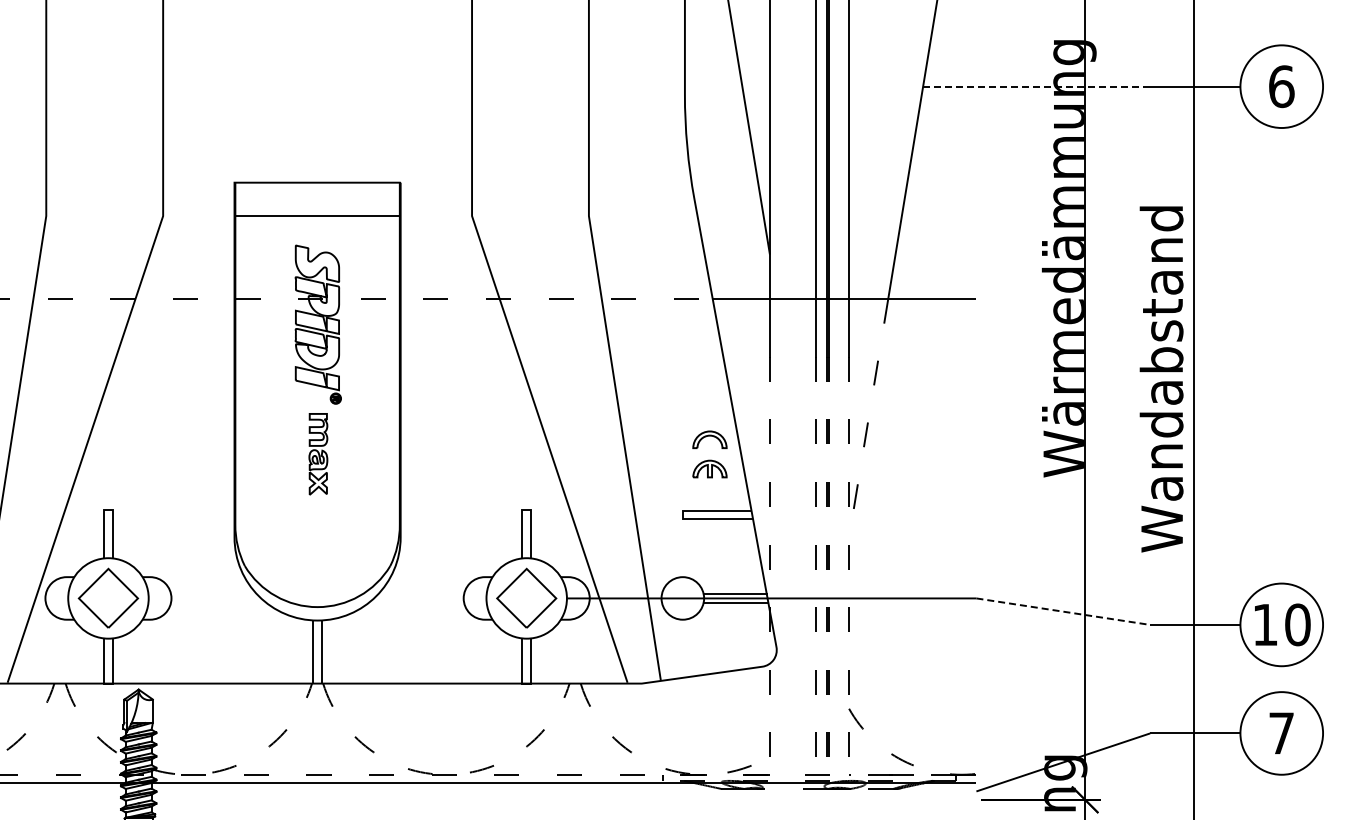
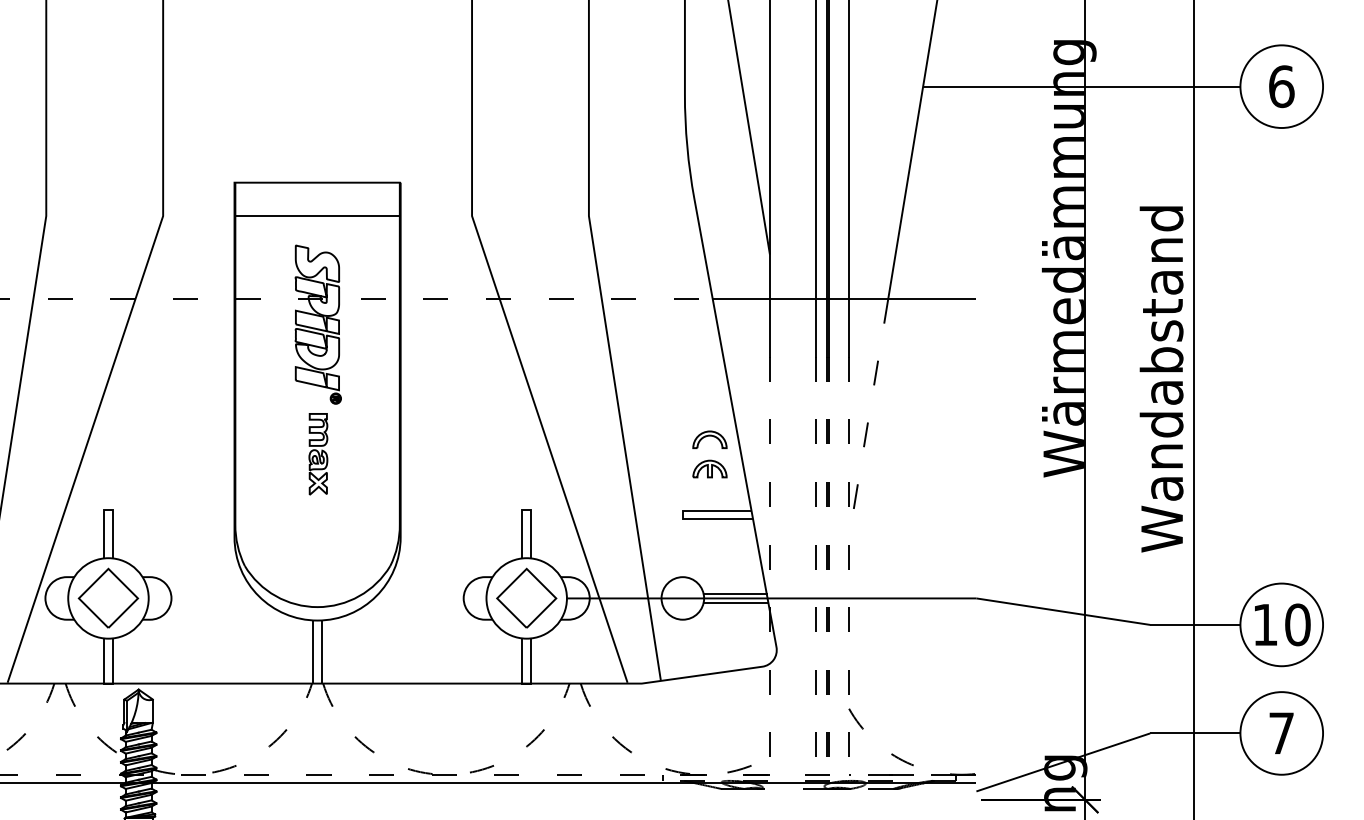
line at (1036, 86): dashed -> solid
line at (1063, 611): dashed -> solid
